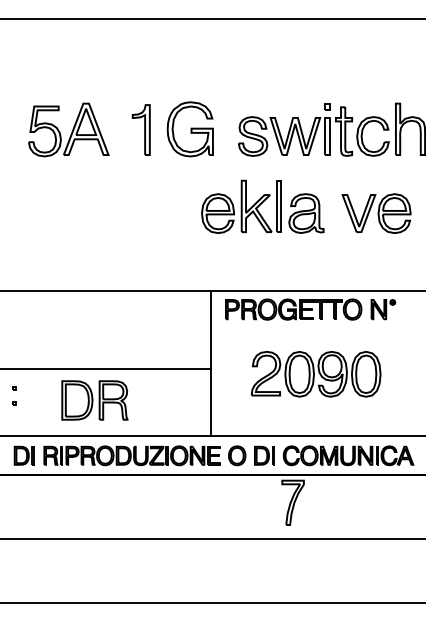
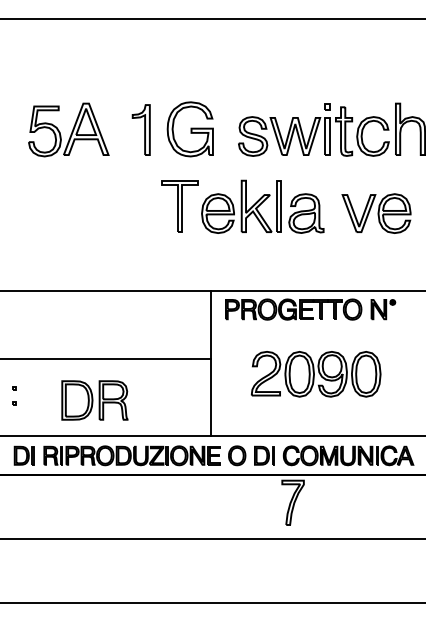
part at (179, 206): none -> present
line at (106, 369) position: (106, 369) -> (106, 359)
